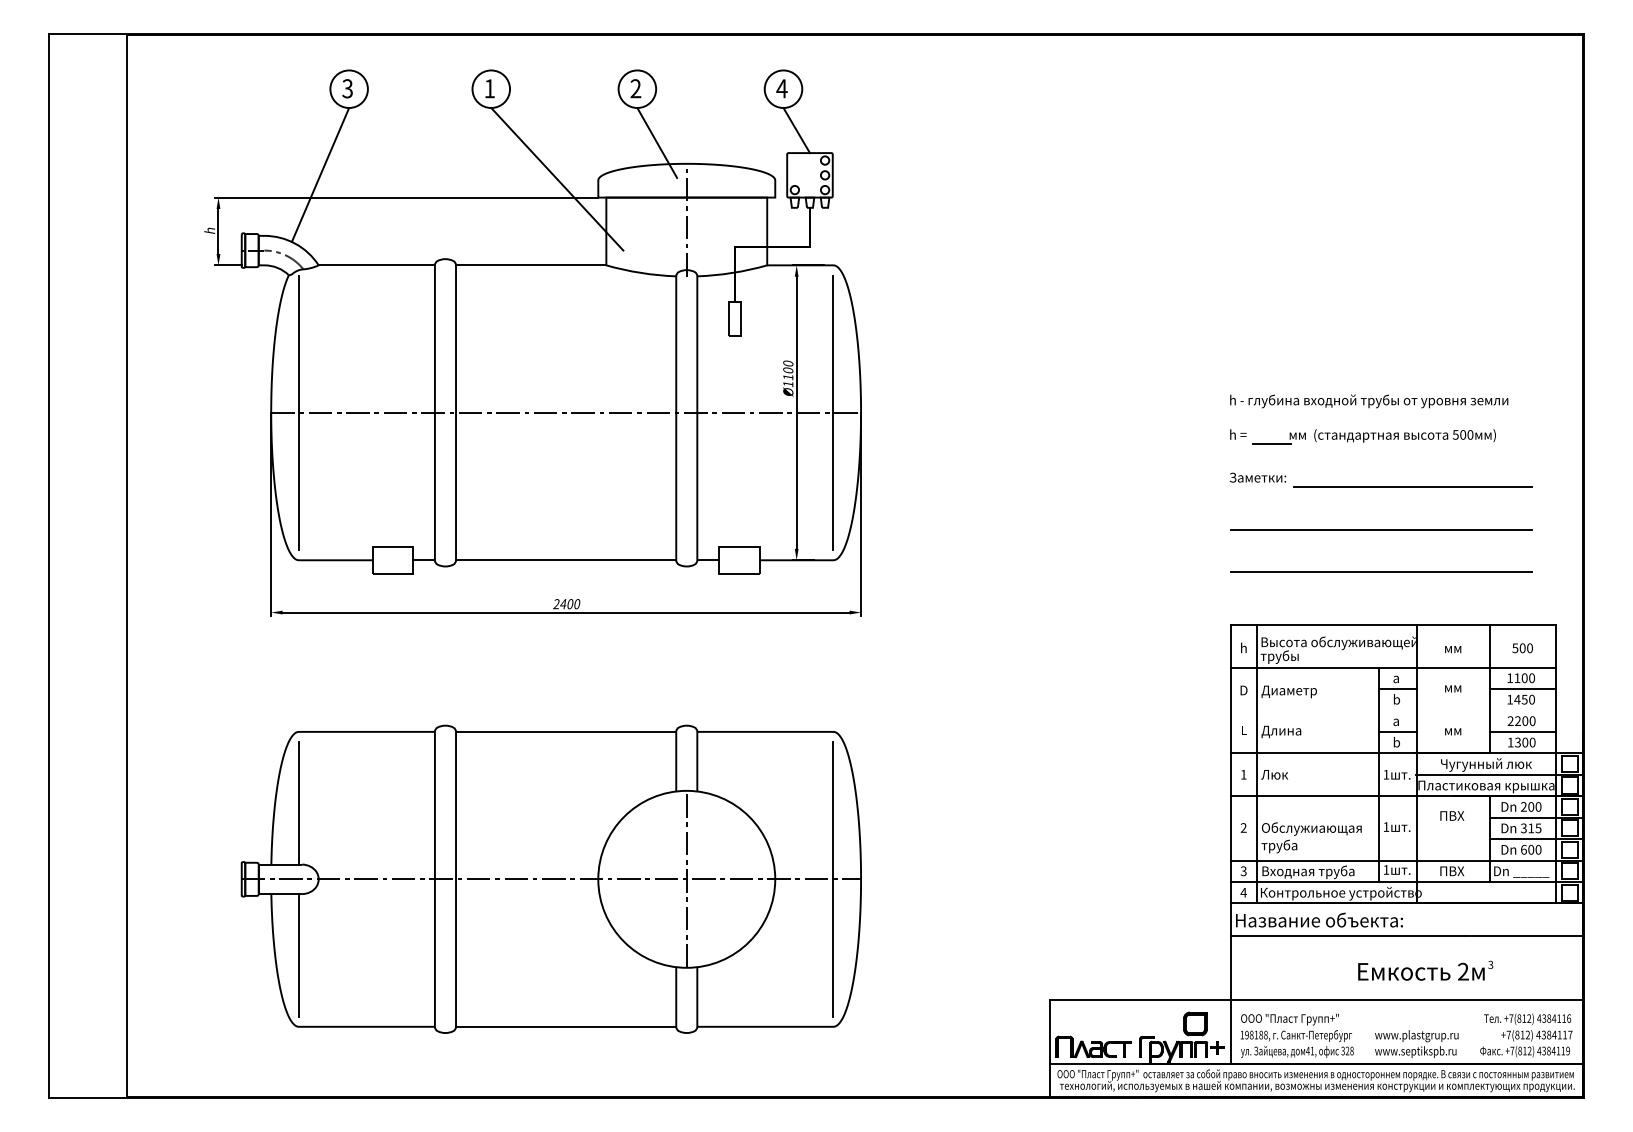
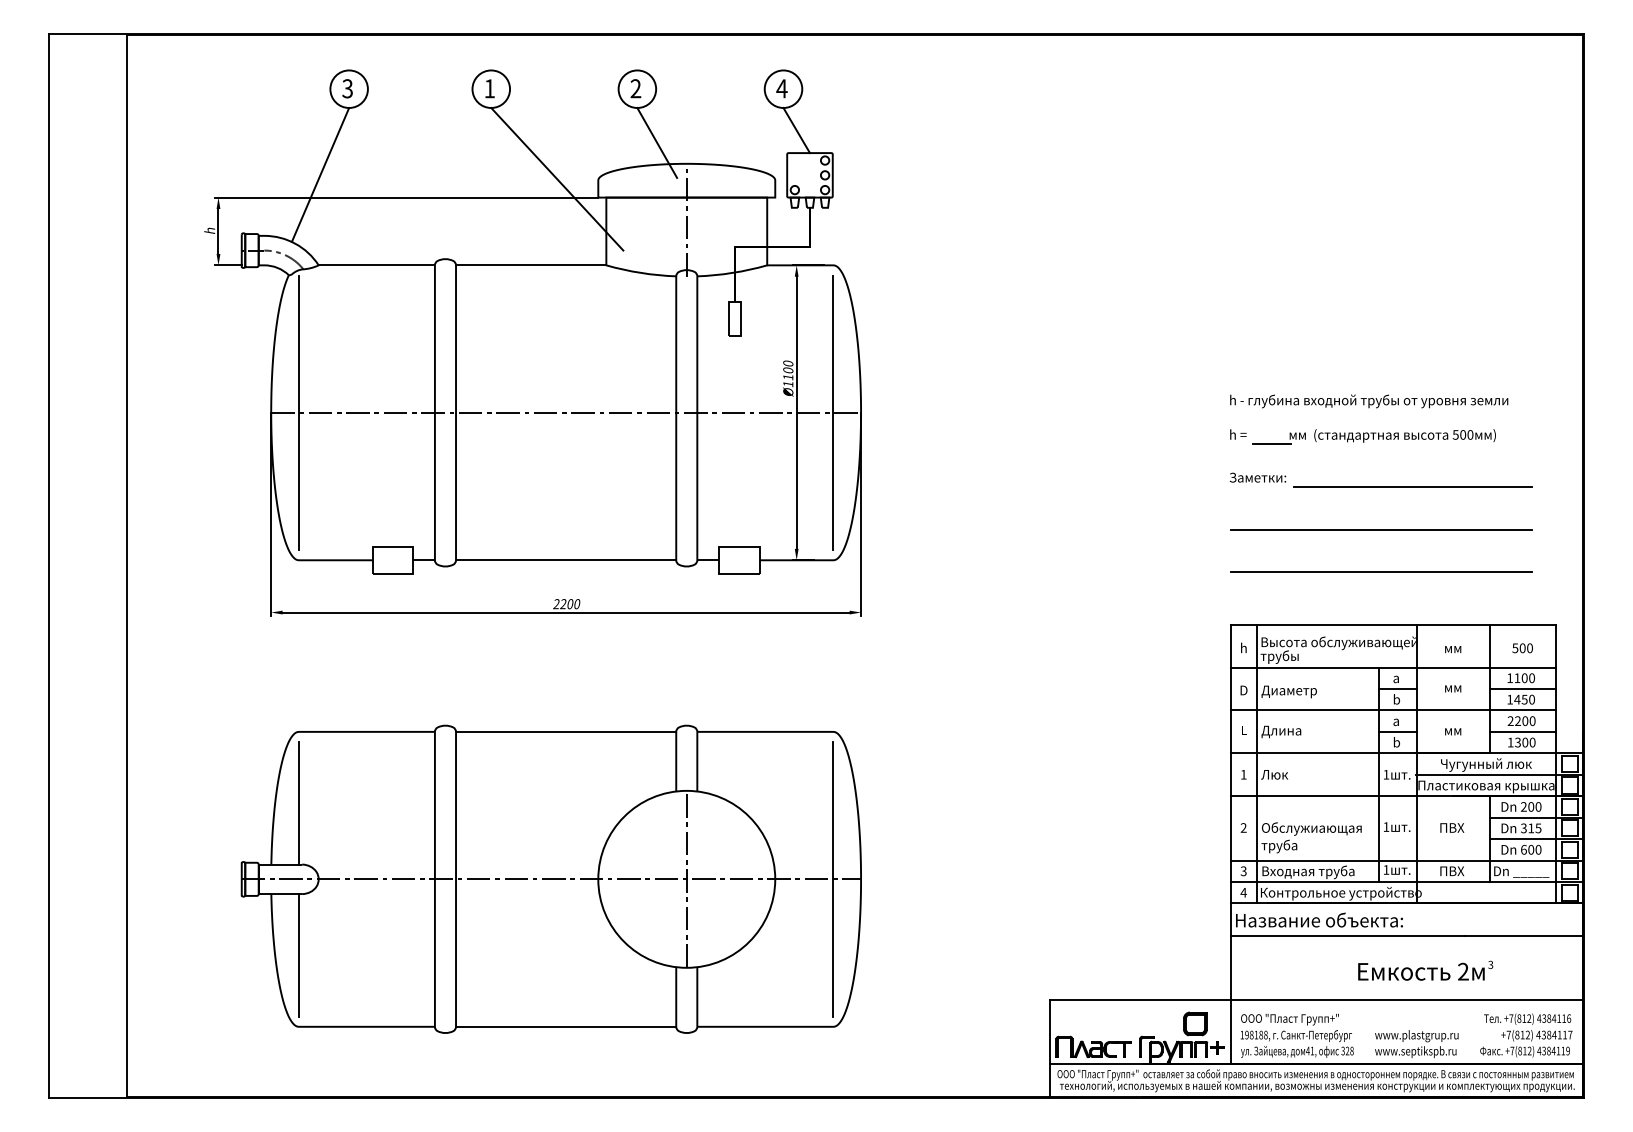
text at (563, 604): 2400 -> 2200
line at (1393, 710): none -> present
text at (1452, 815) position: (1452, 815) -> (1452, 827)
